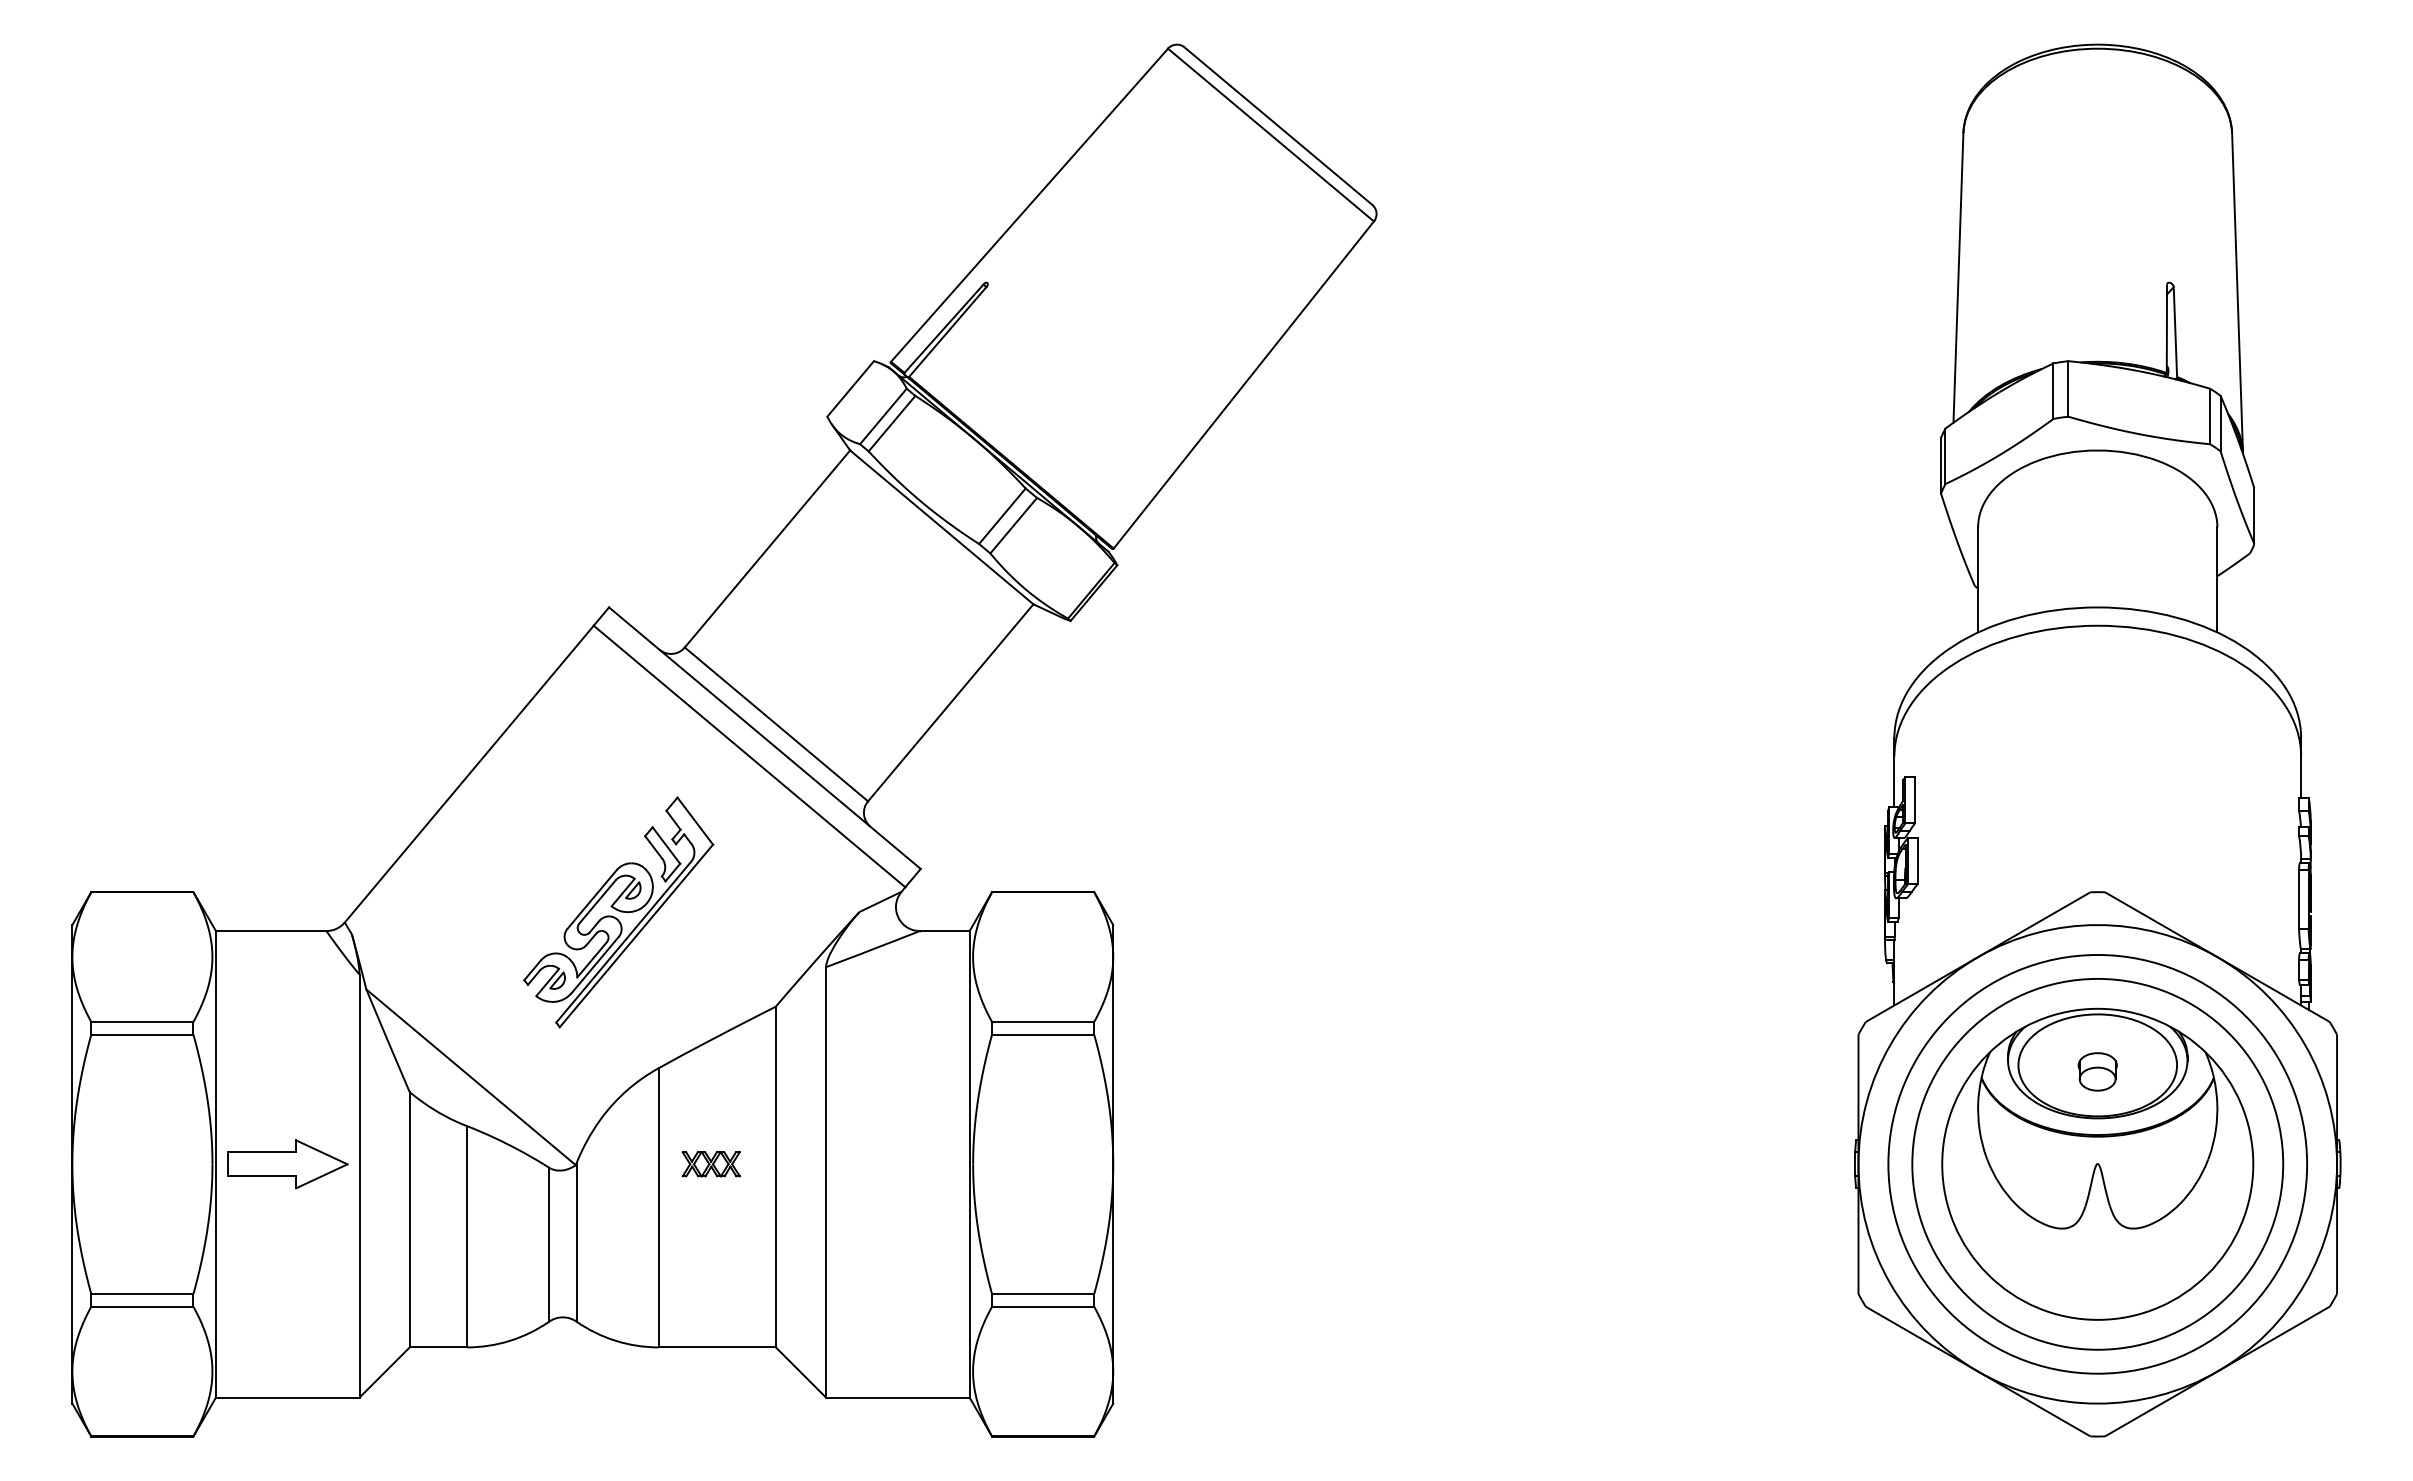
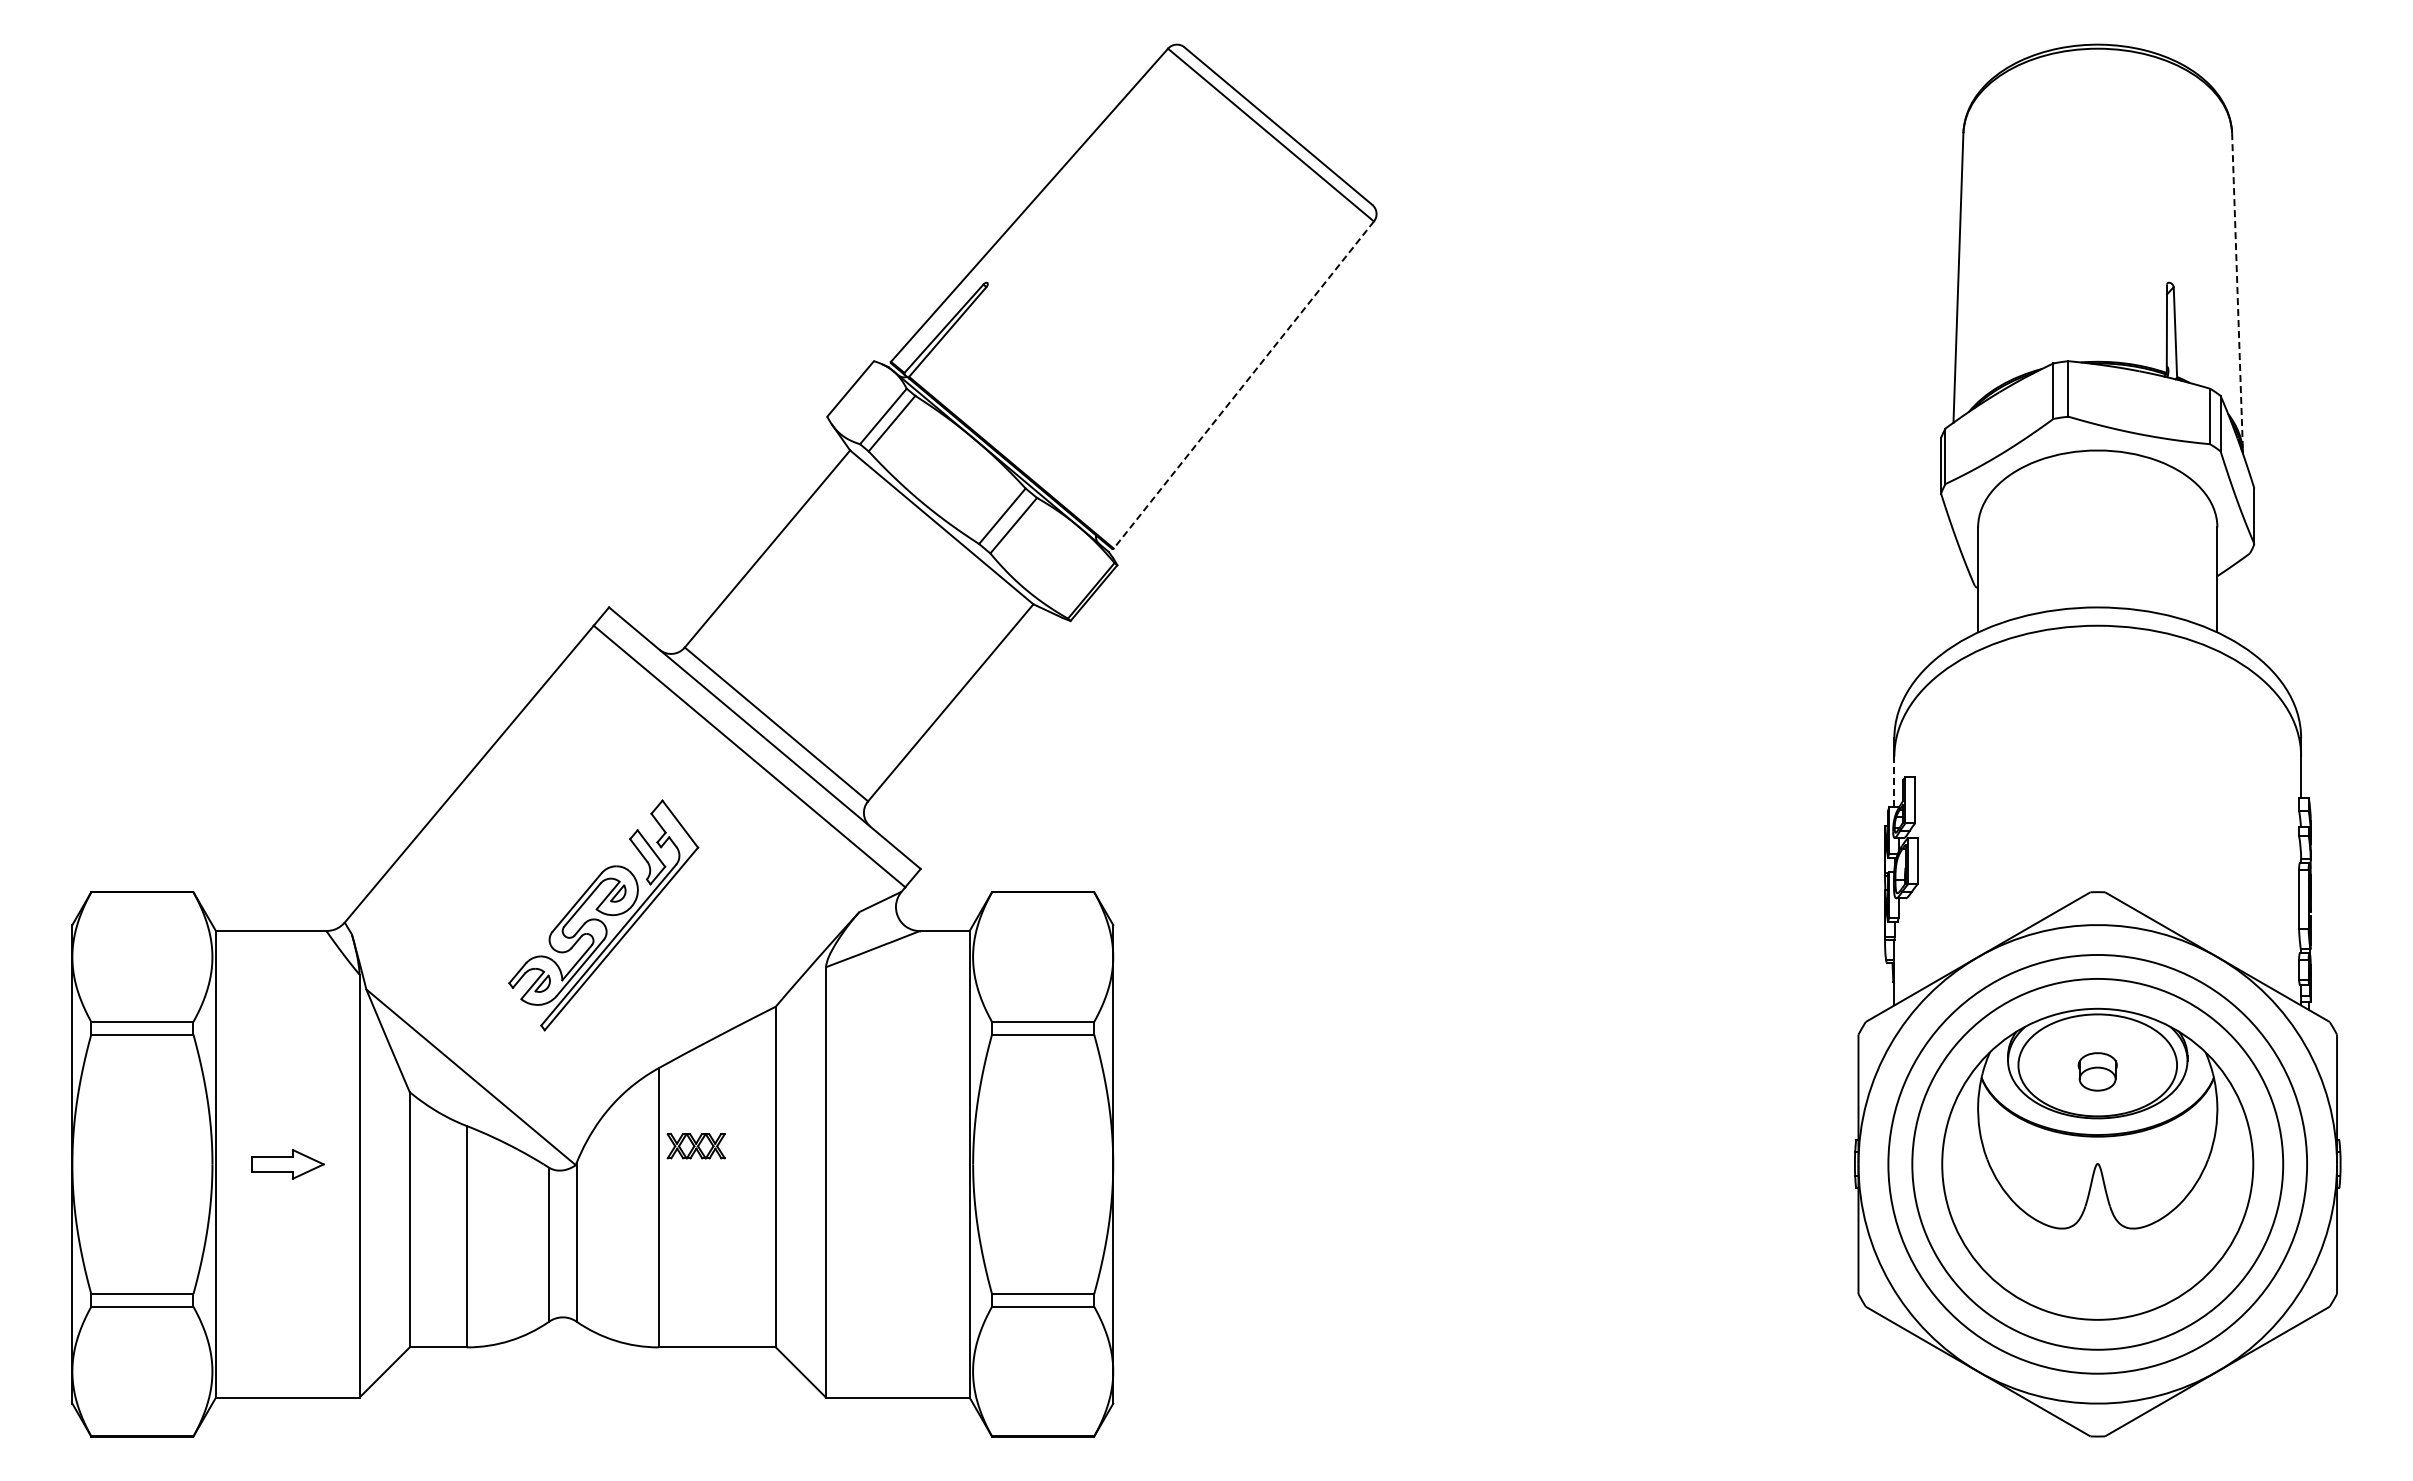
line at (2237, 293): solid -> dashed
line at (1243, 385): solid -> dashed
line at (1894, 782): solid -> dashed
part at (618, 912) position: (618, 912) -> (603, 915)
part at (287, 1164) size: 122x51 px -> 74x31 px
part at (710, 1164) position: (710, 1164) -> (695, 1146)
